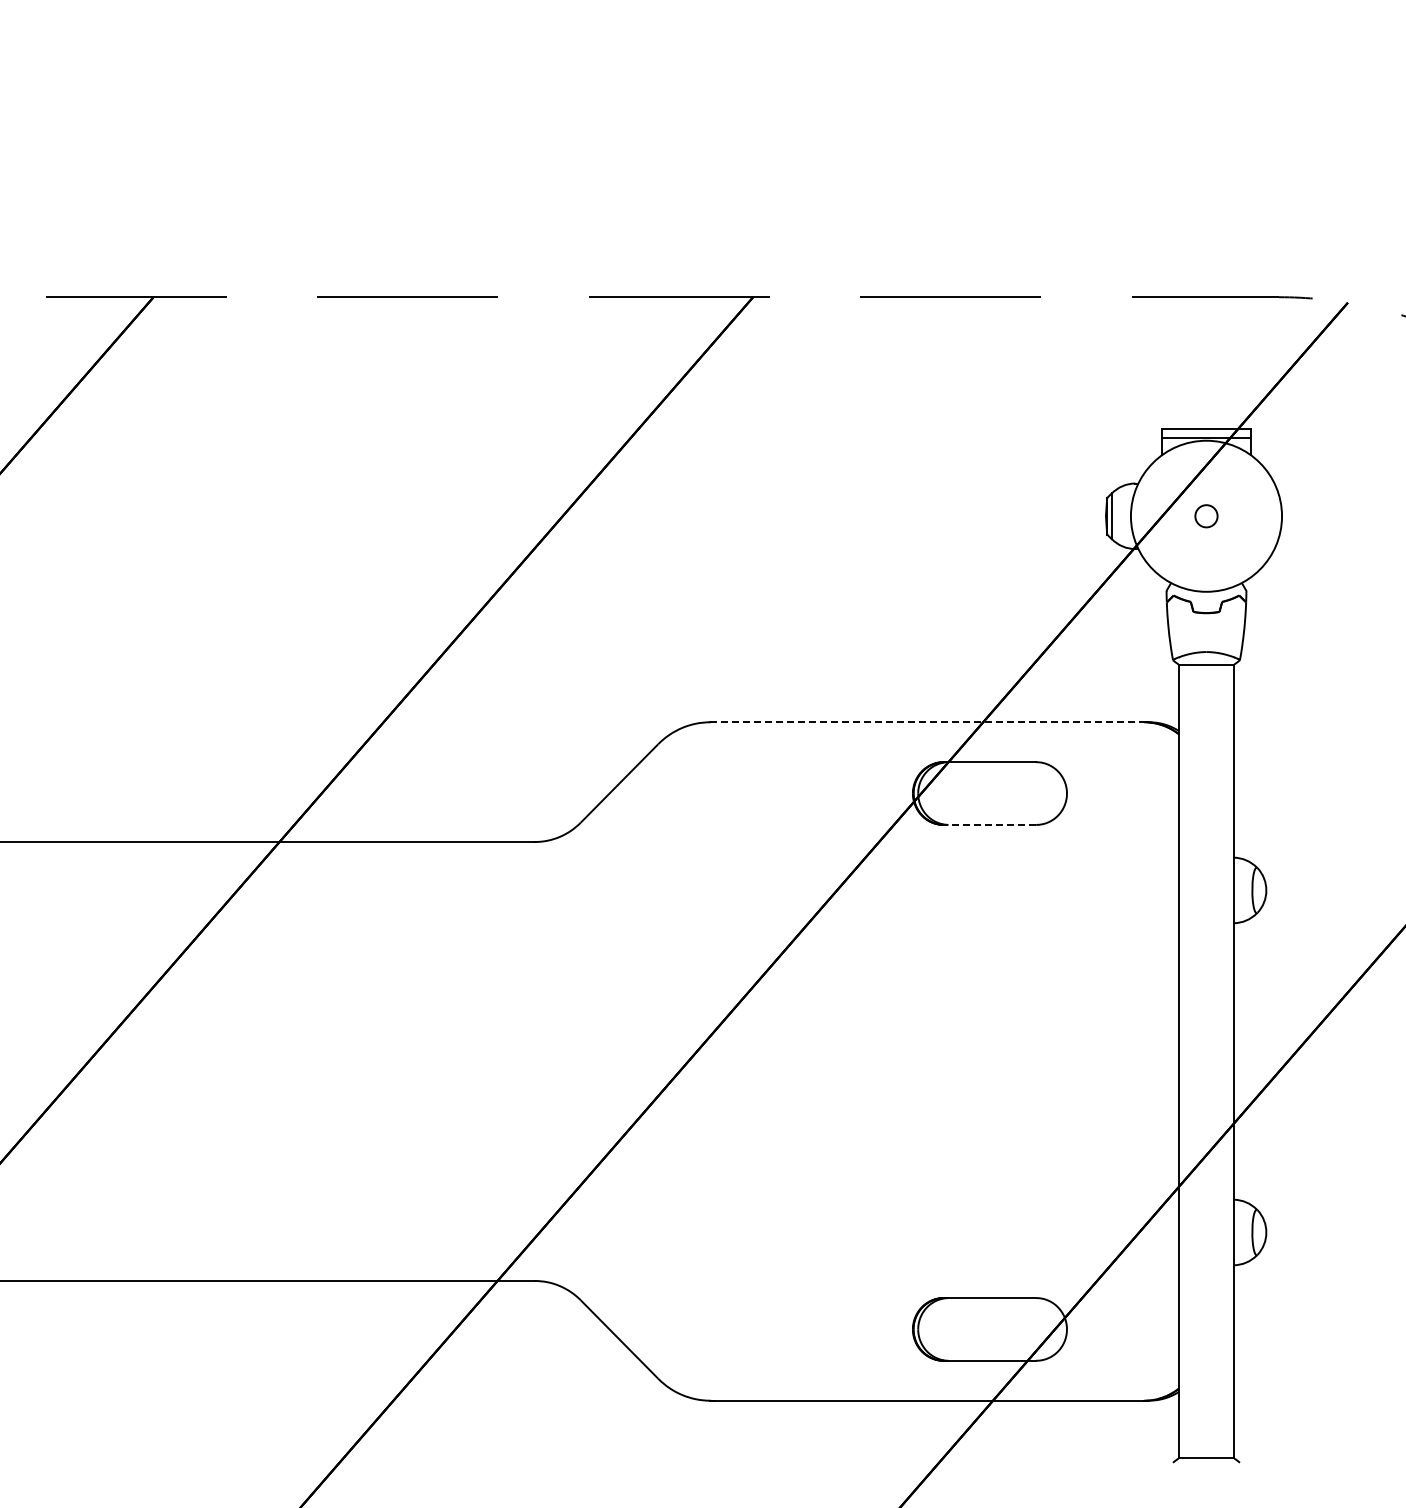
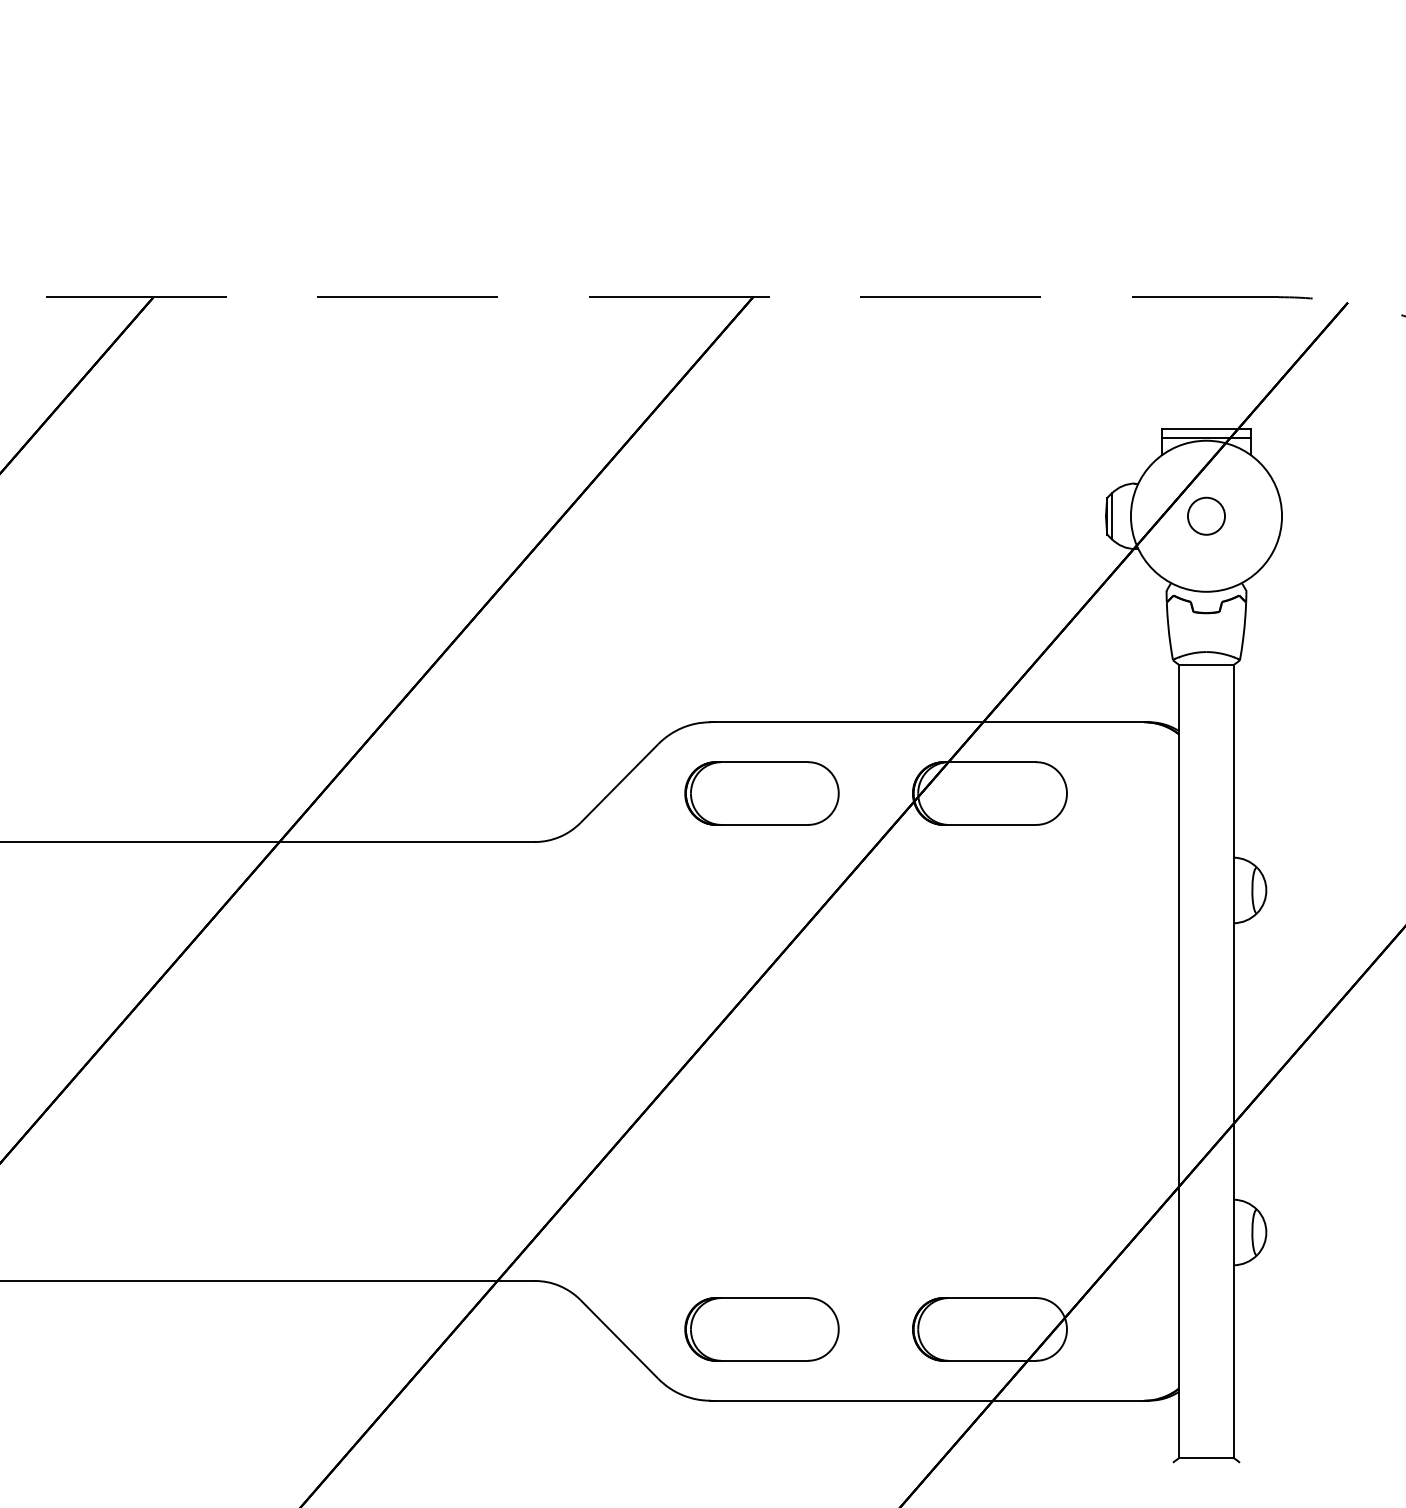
circle at (1206, 516) diameter: 22 px -> 37 px
line at (927, 722): dashed -> solid
part at (761, 793): none -> present
line at (989, 824): dashed -> solid
part at (761, 1329): none -> present
